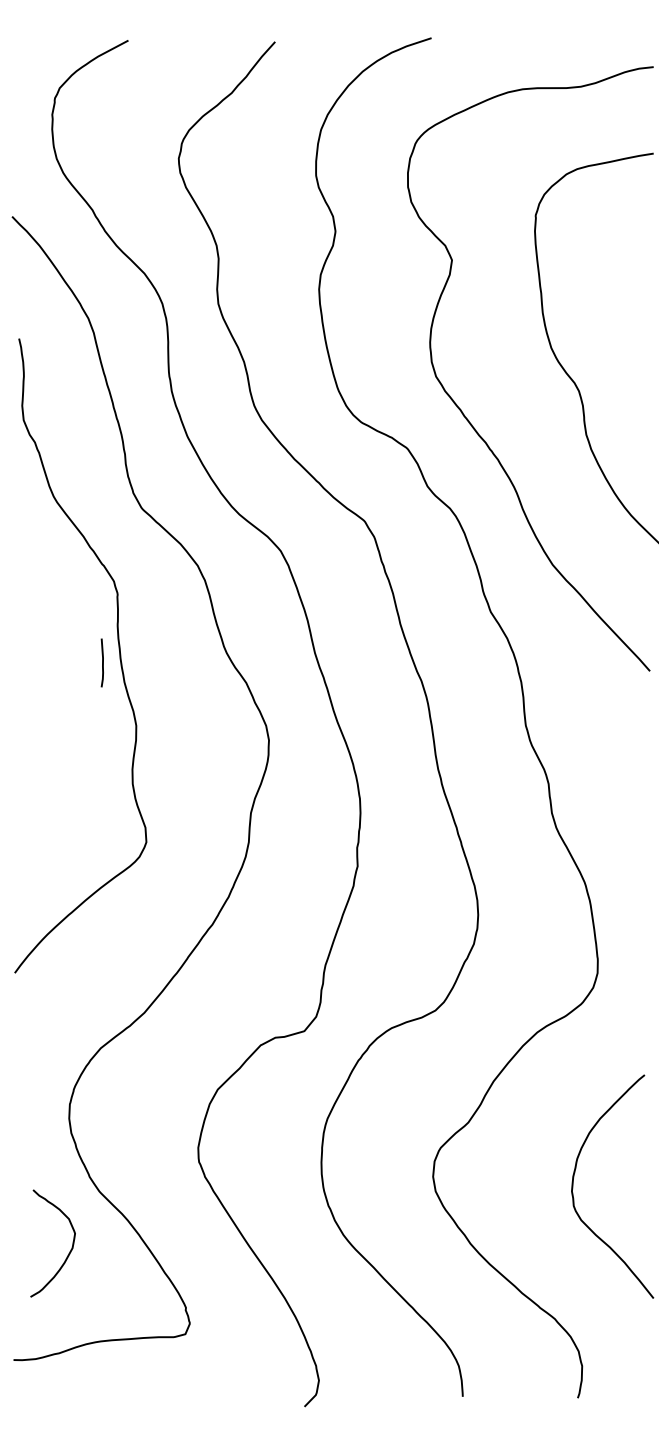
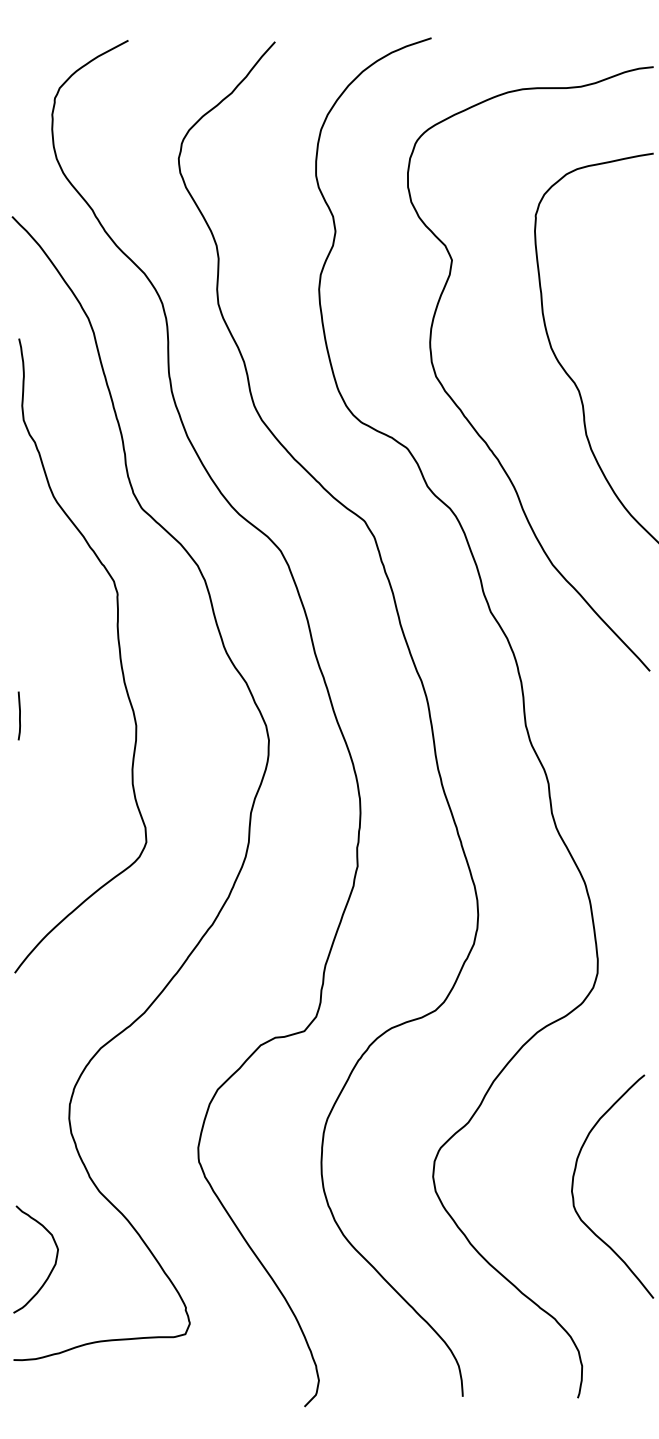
curve at (102, 662) position: (102, 662) -> (19, 715)
curve at (69, 1251) position: (69, 1251) -> (52, 1267)
